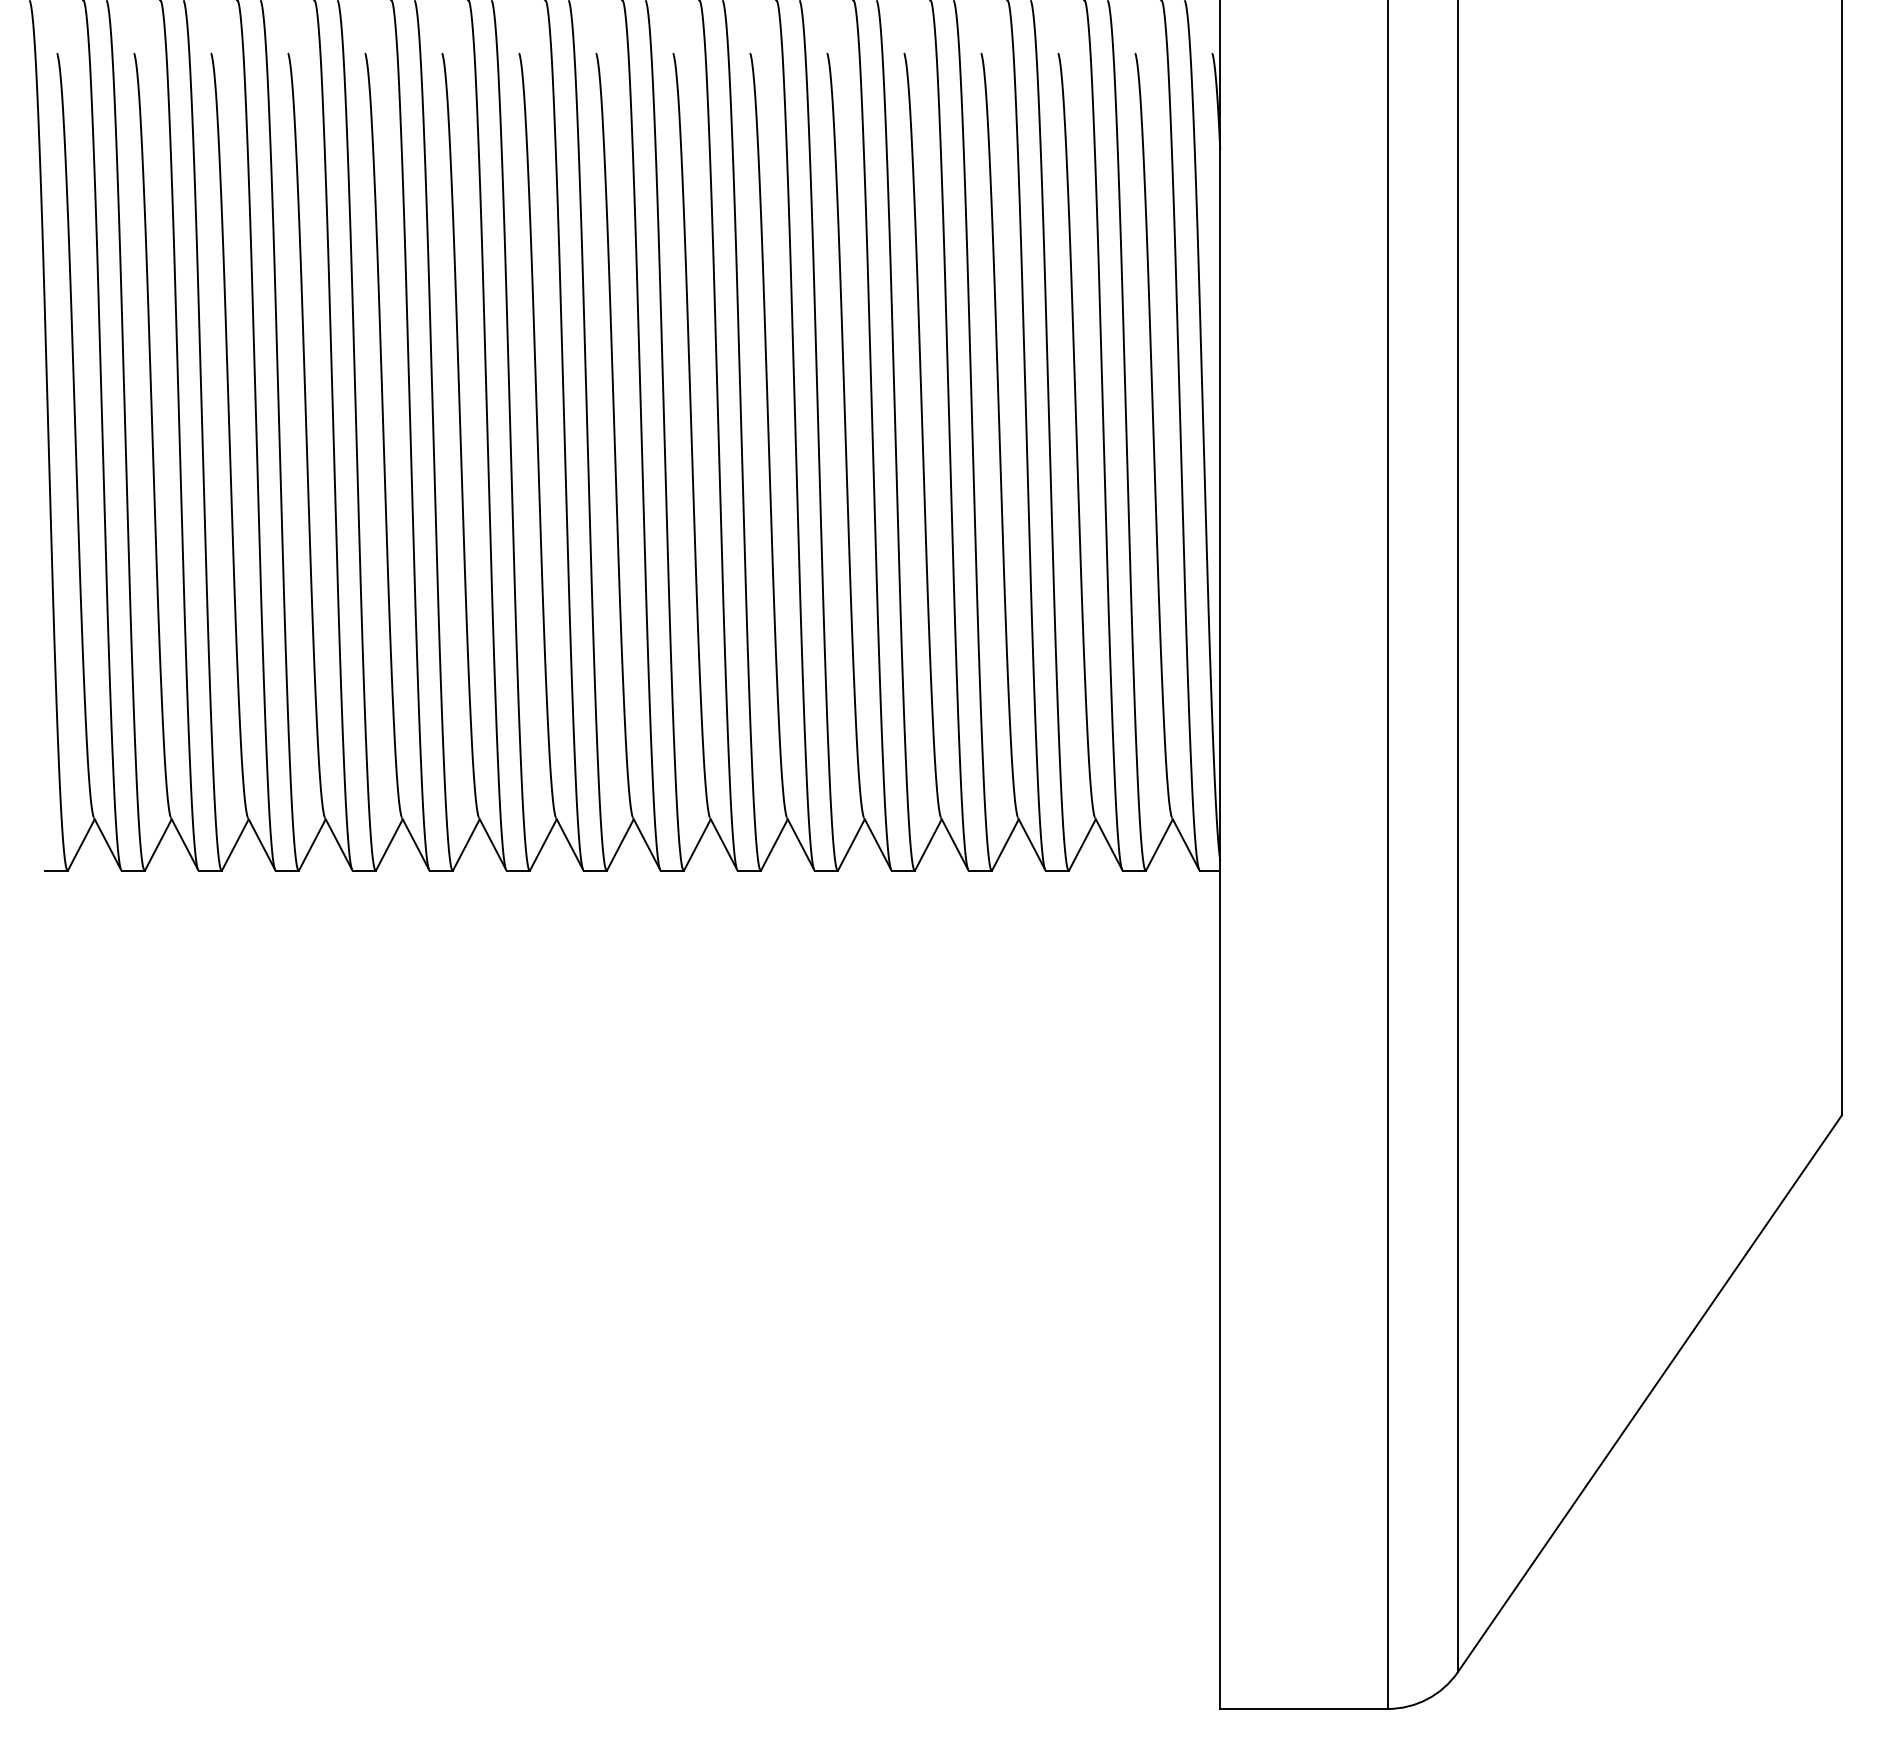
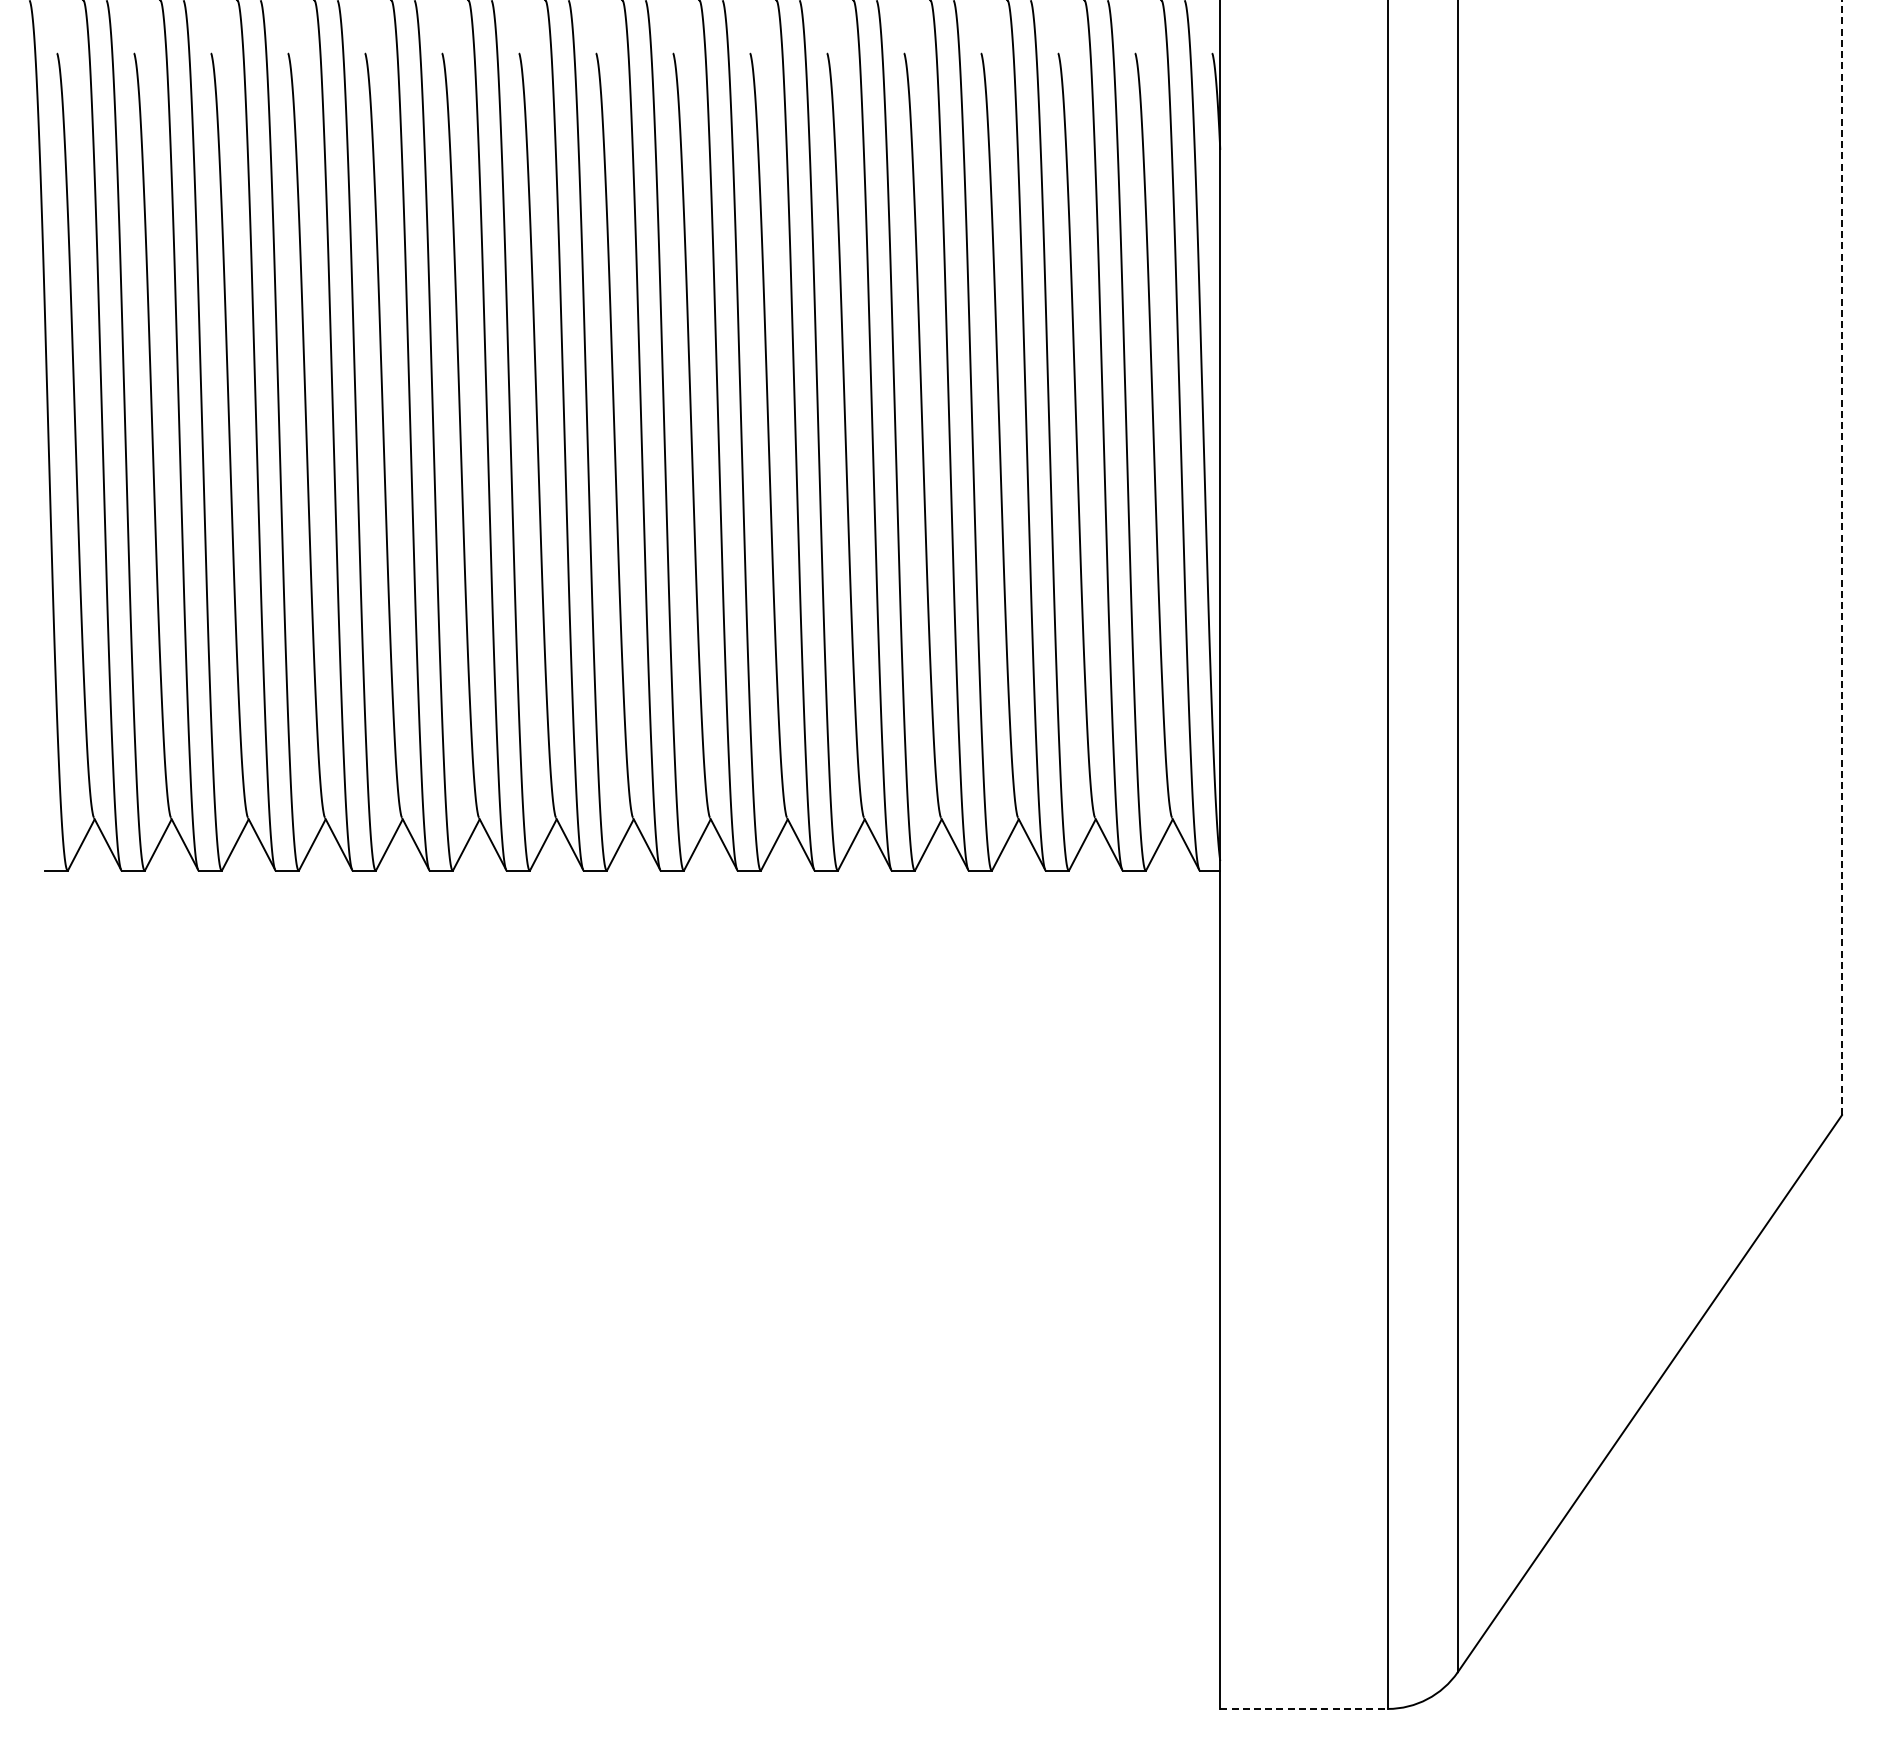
line at (1842, 557): solid -> dashed
line at (1304, 1708): solid -> dashed
